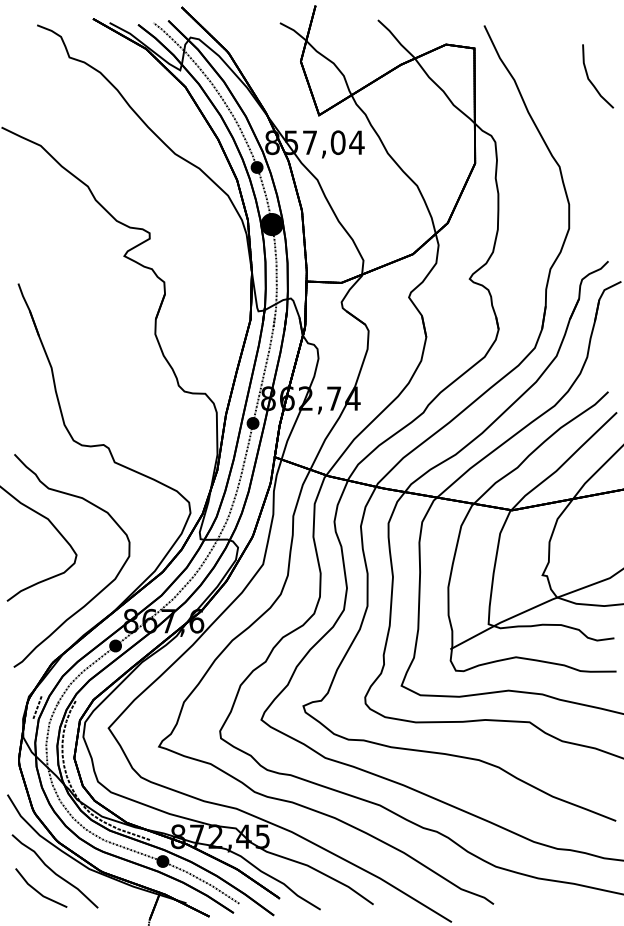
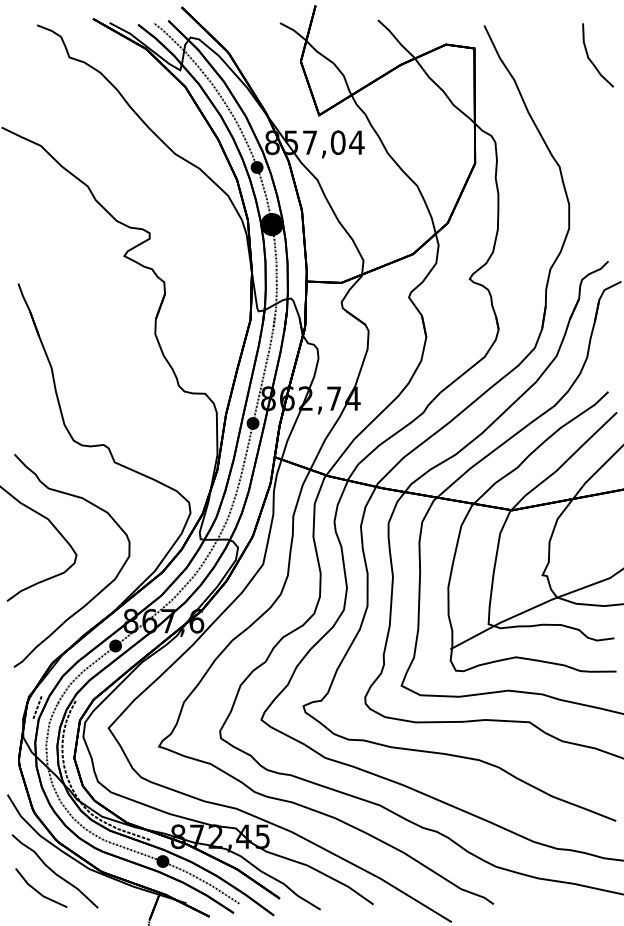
curve at (592, 82) position: (592, 82) -> (592, 61)
